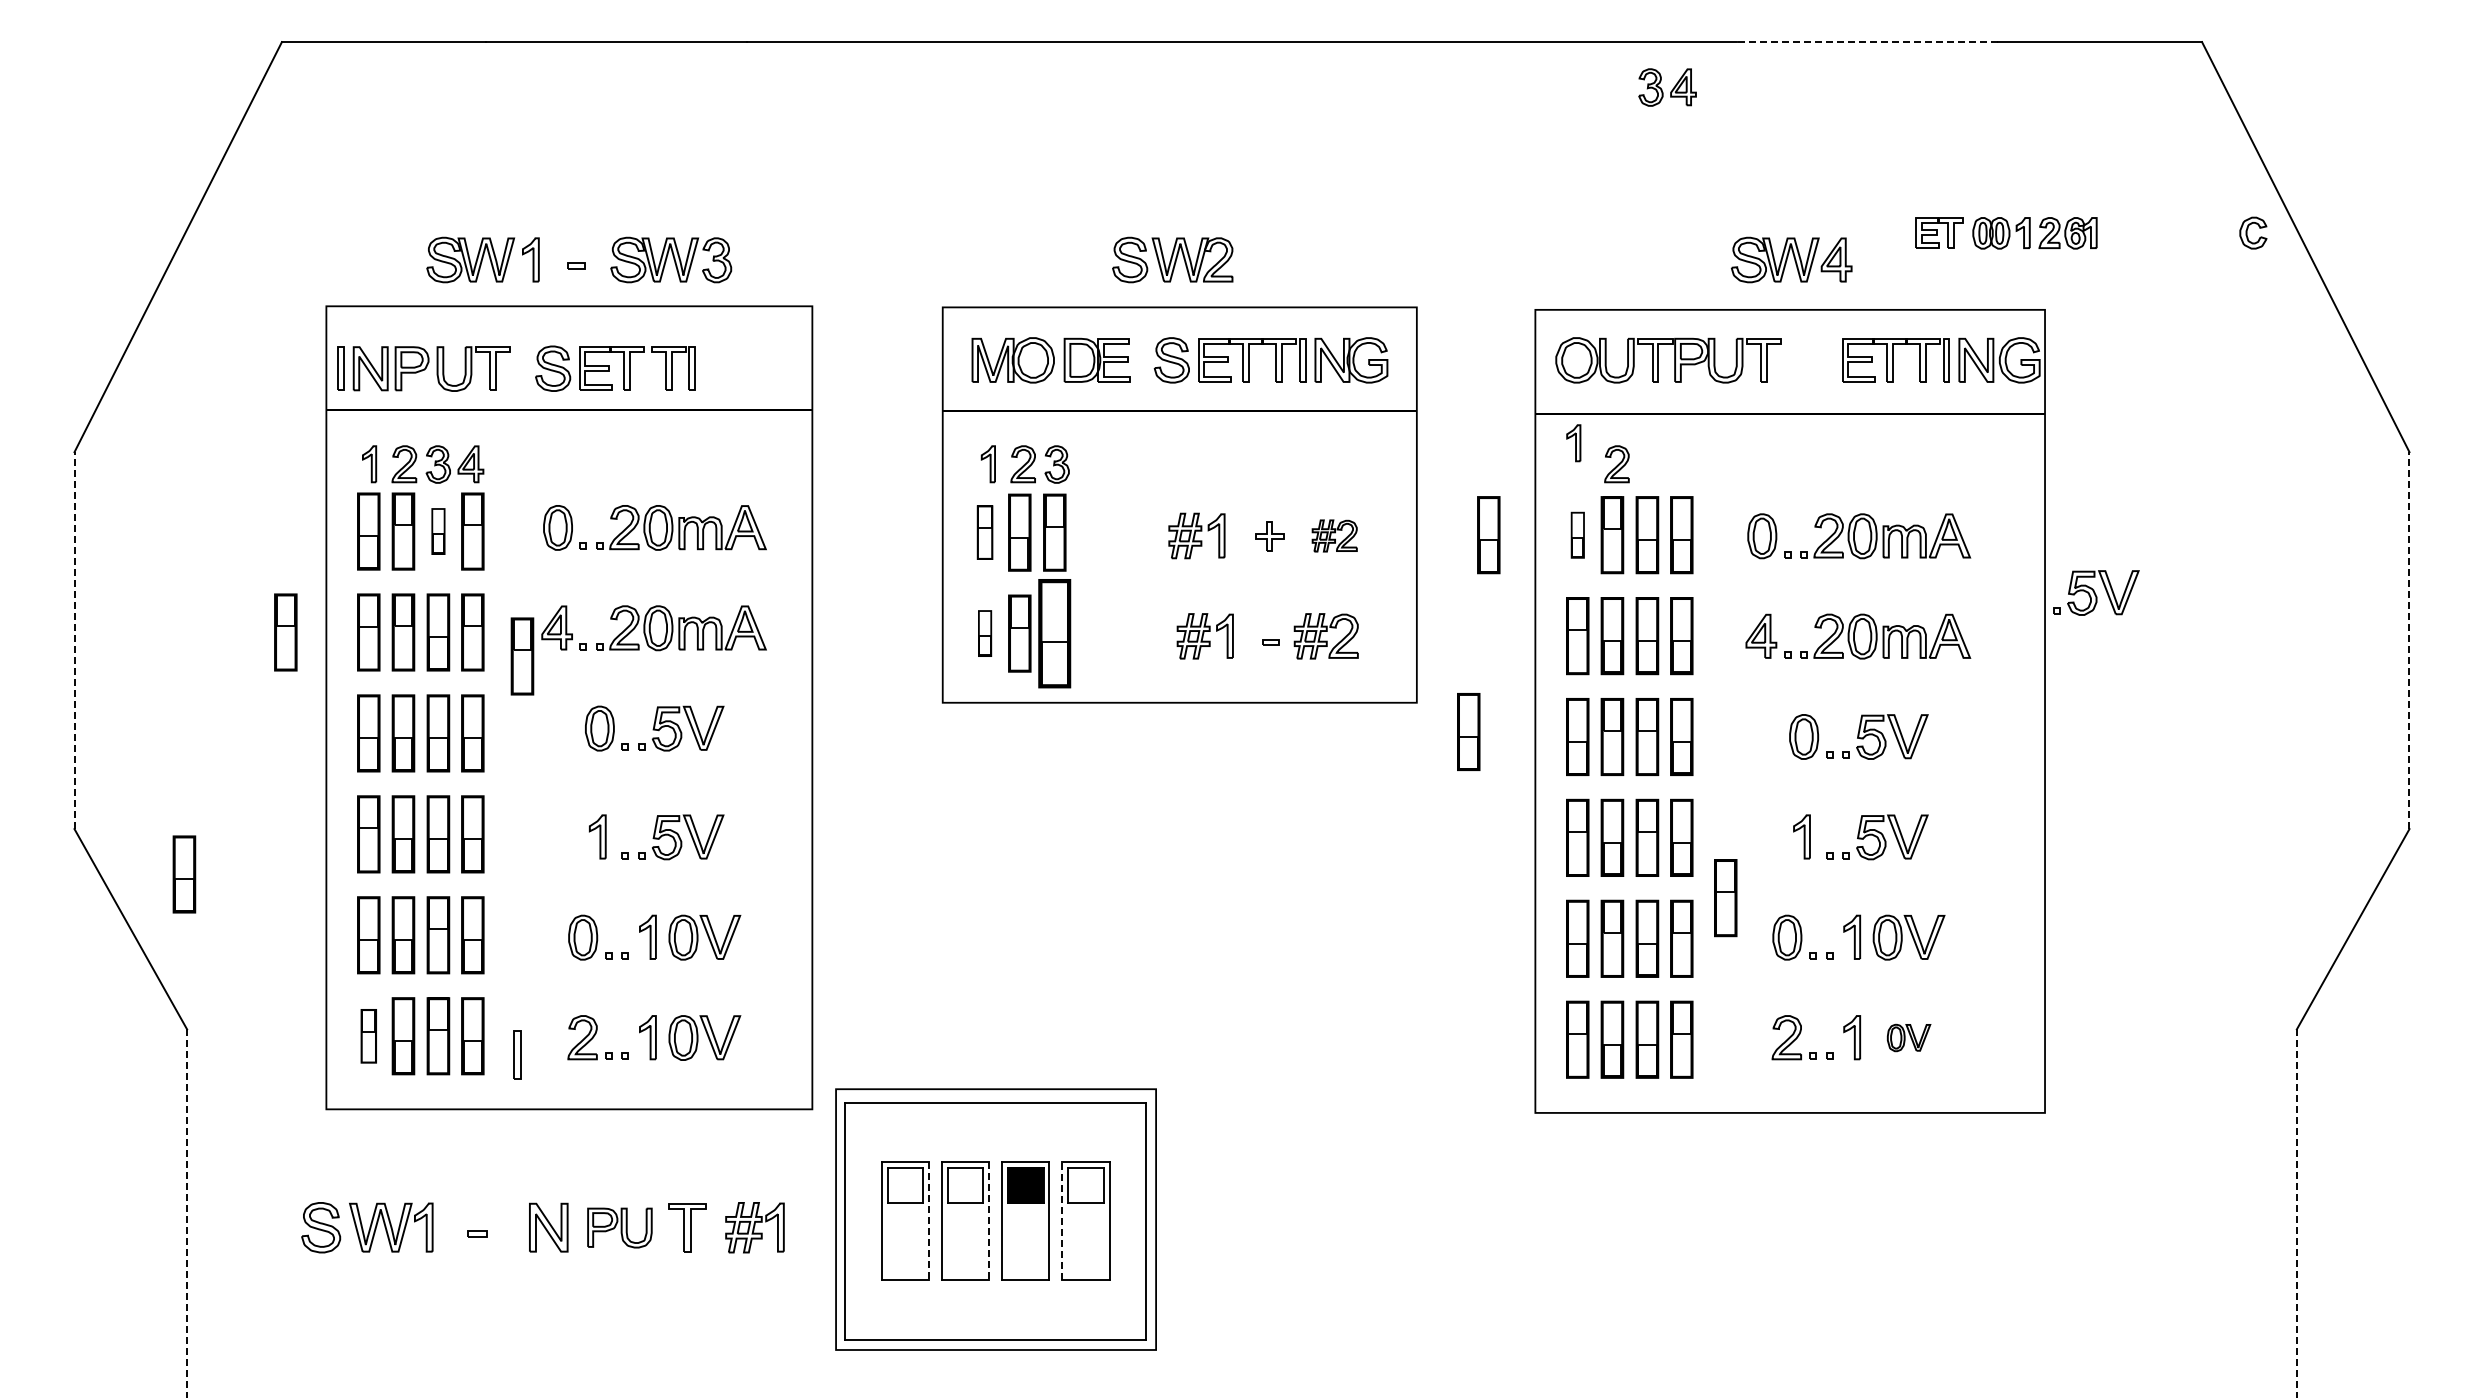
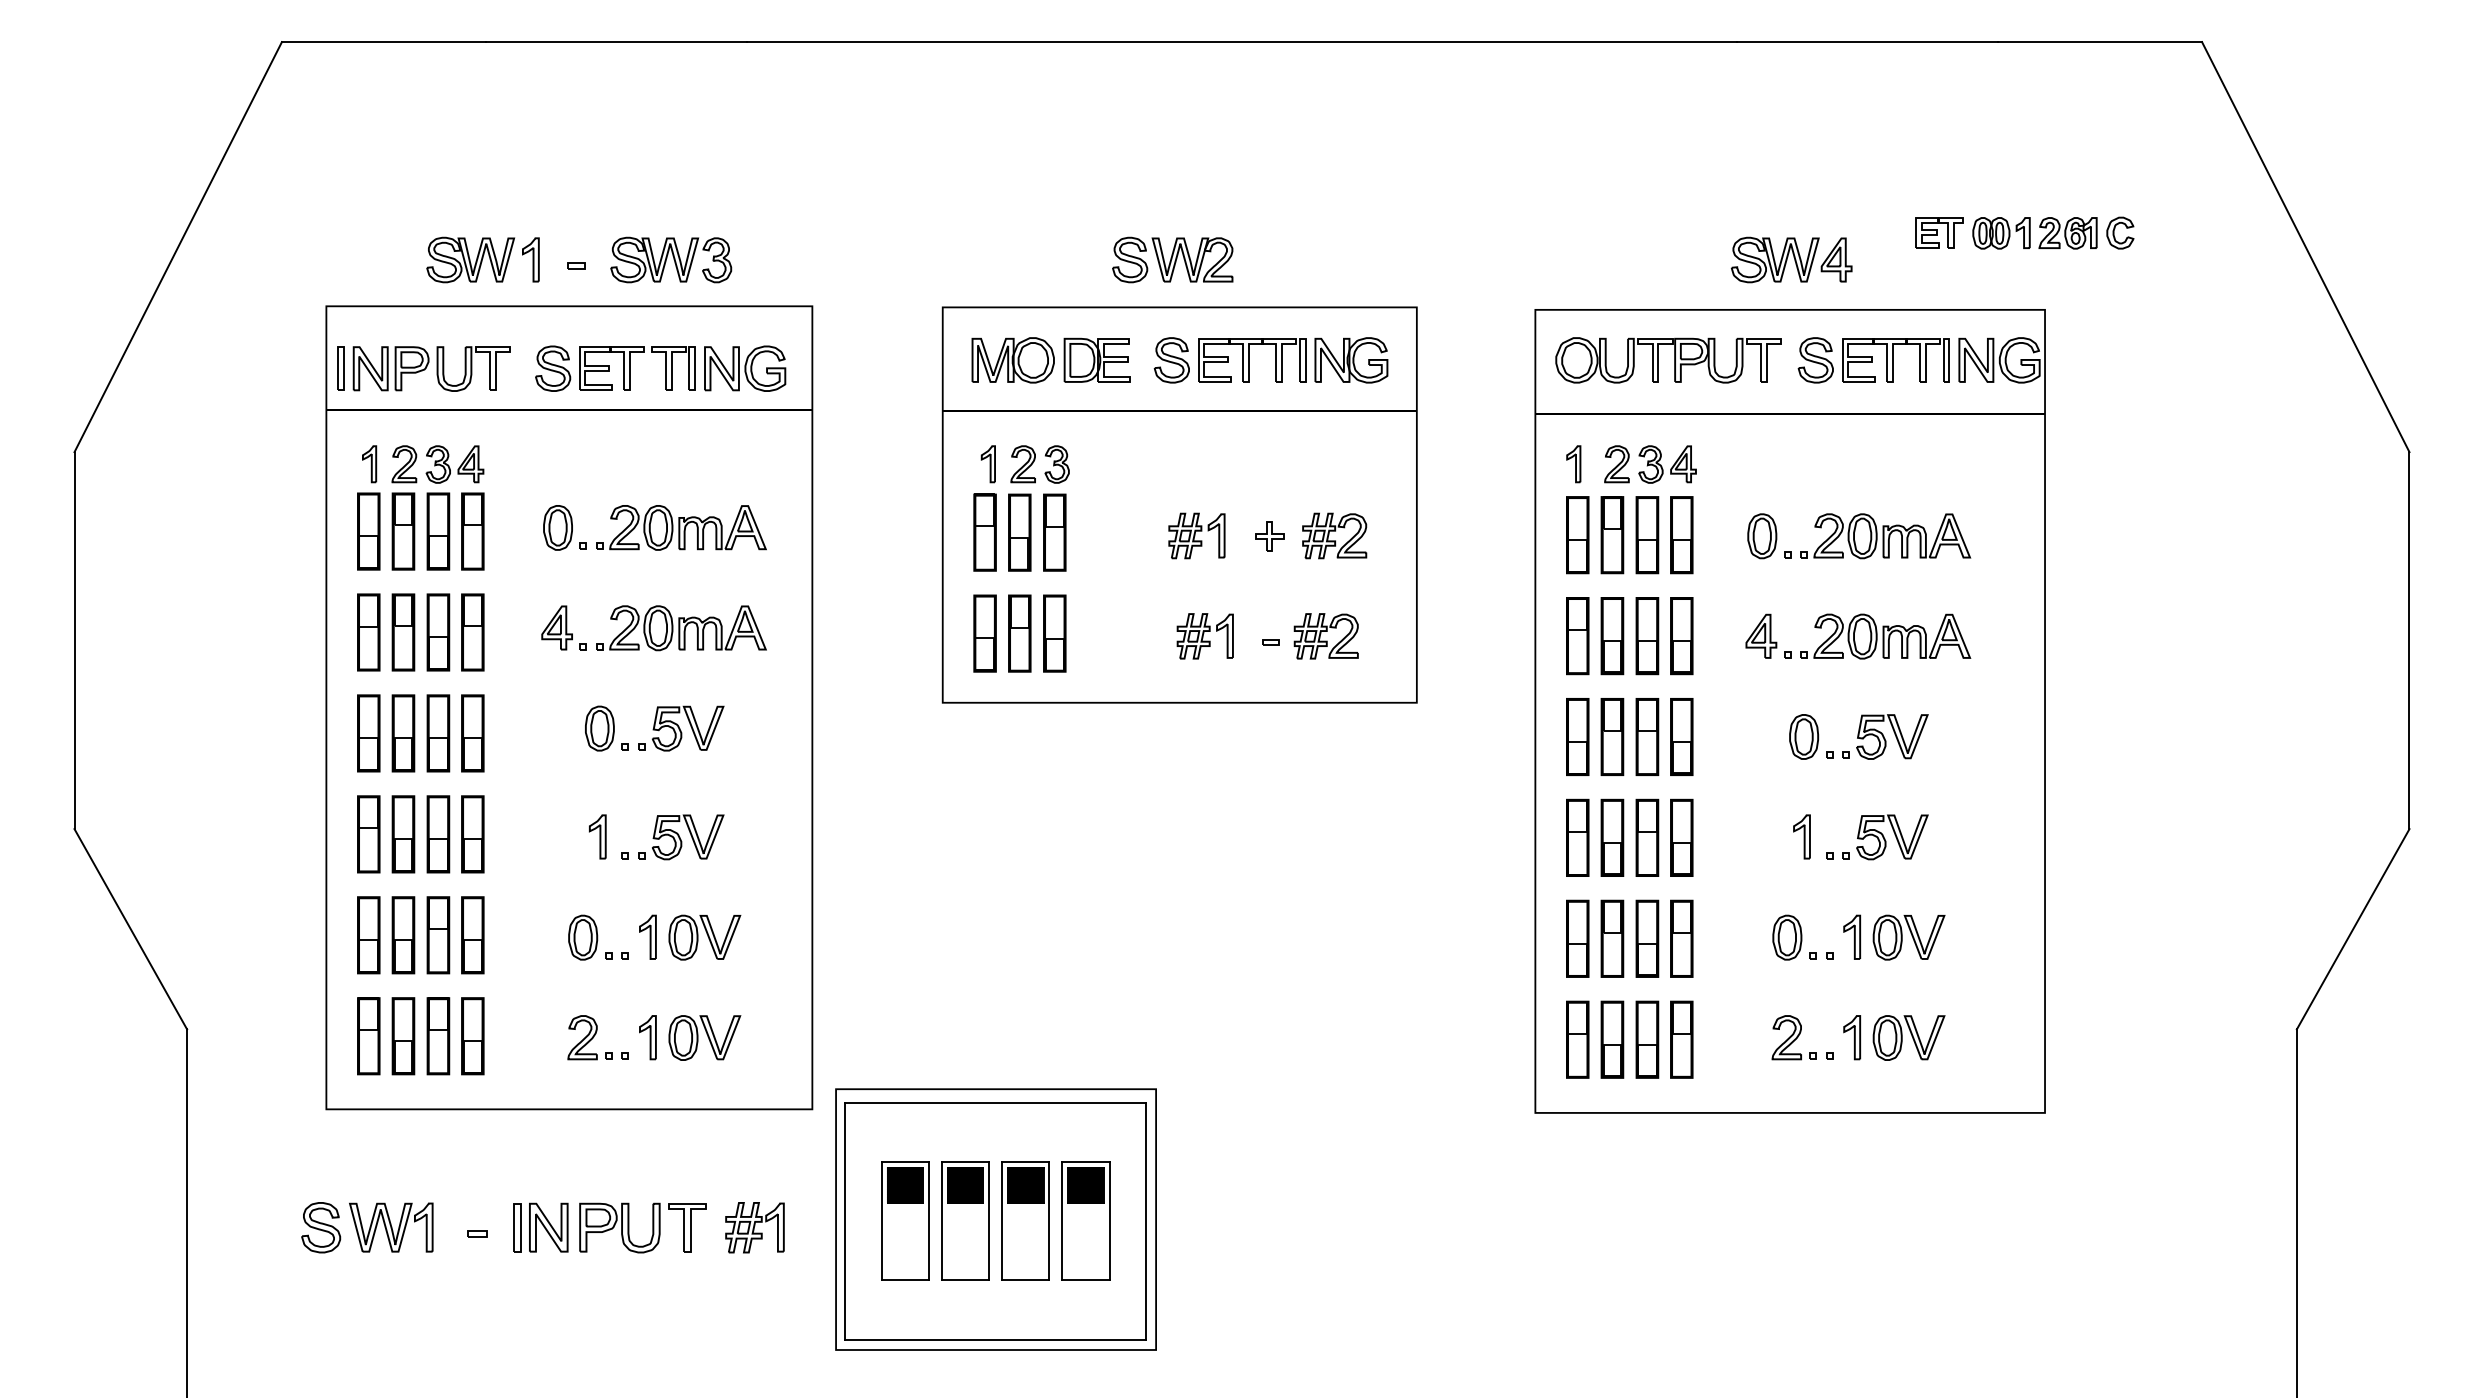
line at (1867, 42): dashed -> solid
part at (1667, 87) position: (1667, 87) -> (1667, 464)
part at (2253, 232) position: (2253, 232) -> (2120, 232)
part at (1815, 360): none -> present
part at (745, 368): none -> present
part at (1573, 443) position: (1573, 443) -> (1573, 464)
part at (438, 531) size: 15x47 px -> 25x79 px
part at (984, 532) size: 18x55 px -> 24x79 px
part at (1577, 534) size: 15x48 px -> 24x79 px
part at (1334, 535) size: 47x34 px -> 66x48 px
part at (1488, 535): present -> none
part at (2096, 592): present -> none
part at (285, 632): present -> none
part at (985, 633) size: 15x47 px -> 24x79 px
part at (1054, 633) size: 34x110 px -> 24x79 px
line at (74, 640): dashed -> solid
line at (2409, 640): dashed -> solid
part at (522, 656): present -> none
part at (1468, 731): present -> none
part at (184, 874): present -> none
part at (1725, 898): present -> none
part at (368, 1036) size: 17x55 px -> 24x79 px
part at (1908, 1037) size: 46x30 px -> 74x46 px
part at (517, 1054) position: (517, 1054) -> (517, 1227)
hatch at (905, 1185): none -> present
hatch at (965, 1185): none -> present
hatch at (1085, 1185): none -> present
line at (187, 1213): dashed -> solid
line at (2296, 1213): dashed -> solid
line at (1062, 1220): dashed -> solid
line at (929, 1221): dashed -> solid
line at (989, 1221): dashed -> solid
part at (619, 1227) size: 66x42 px -> 82x52 px
